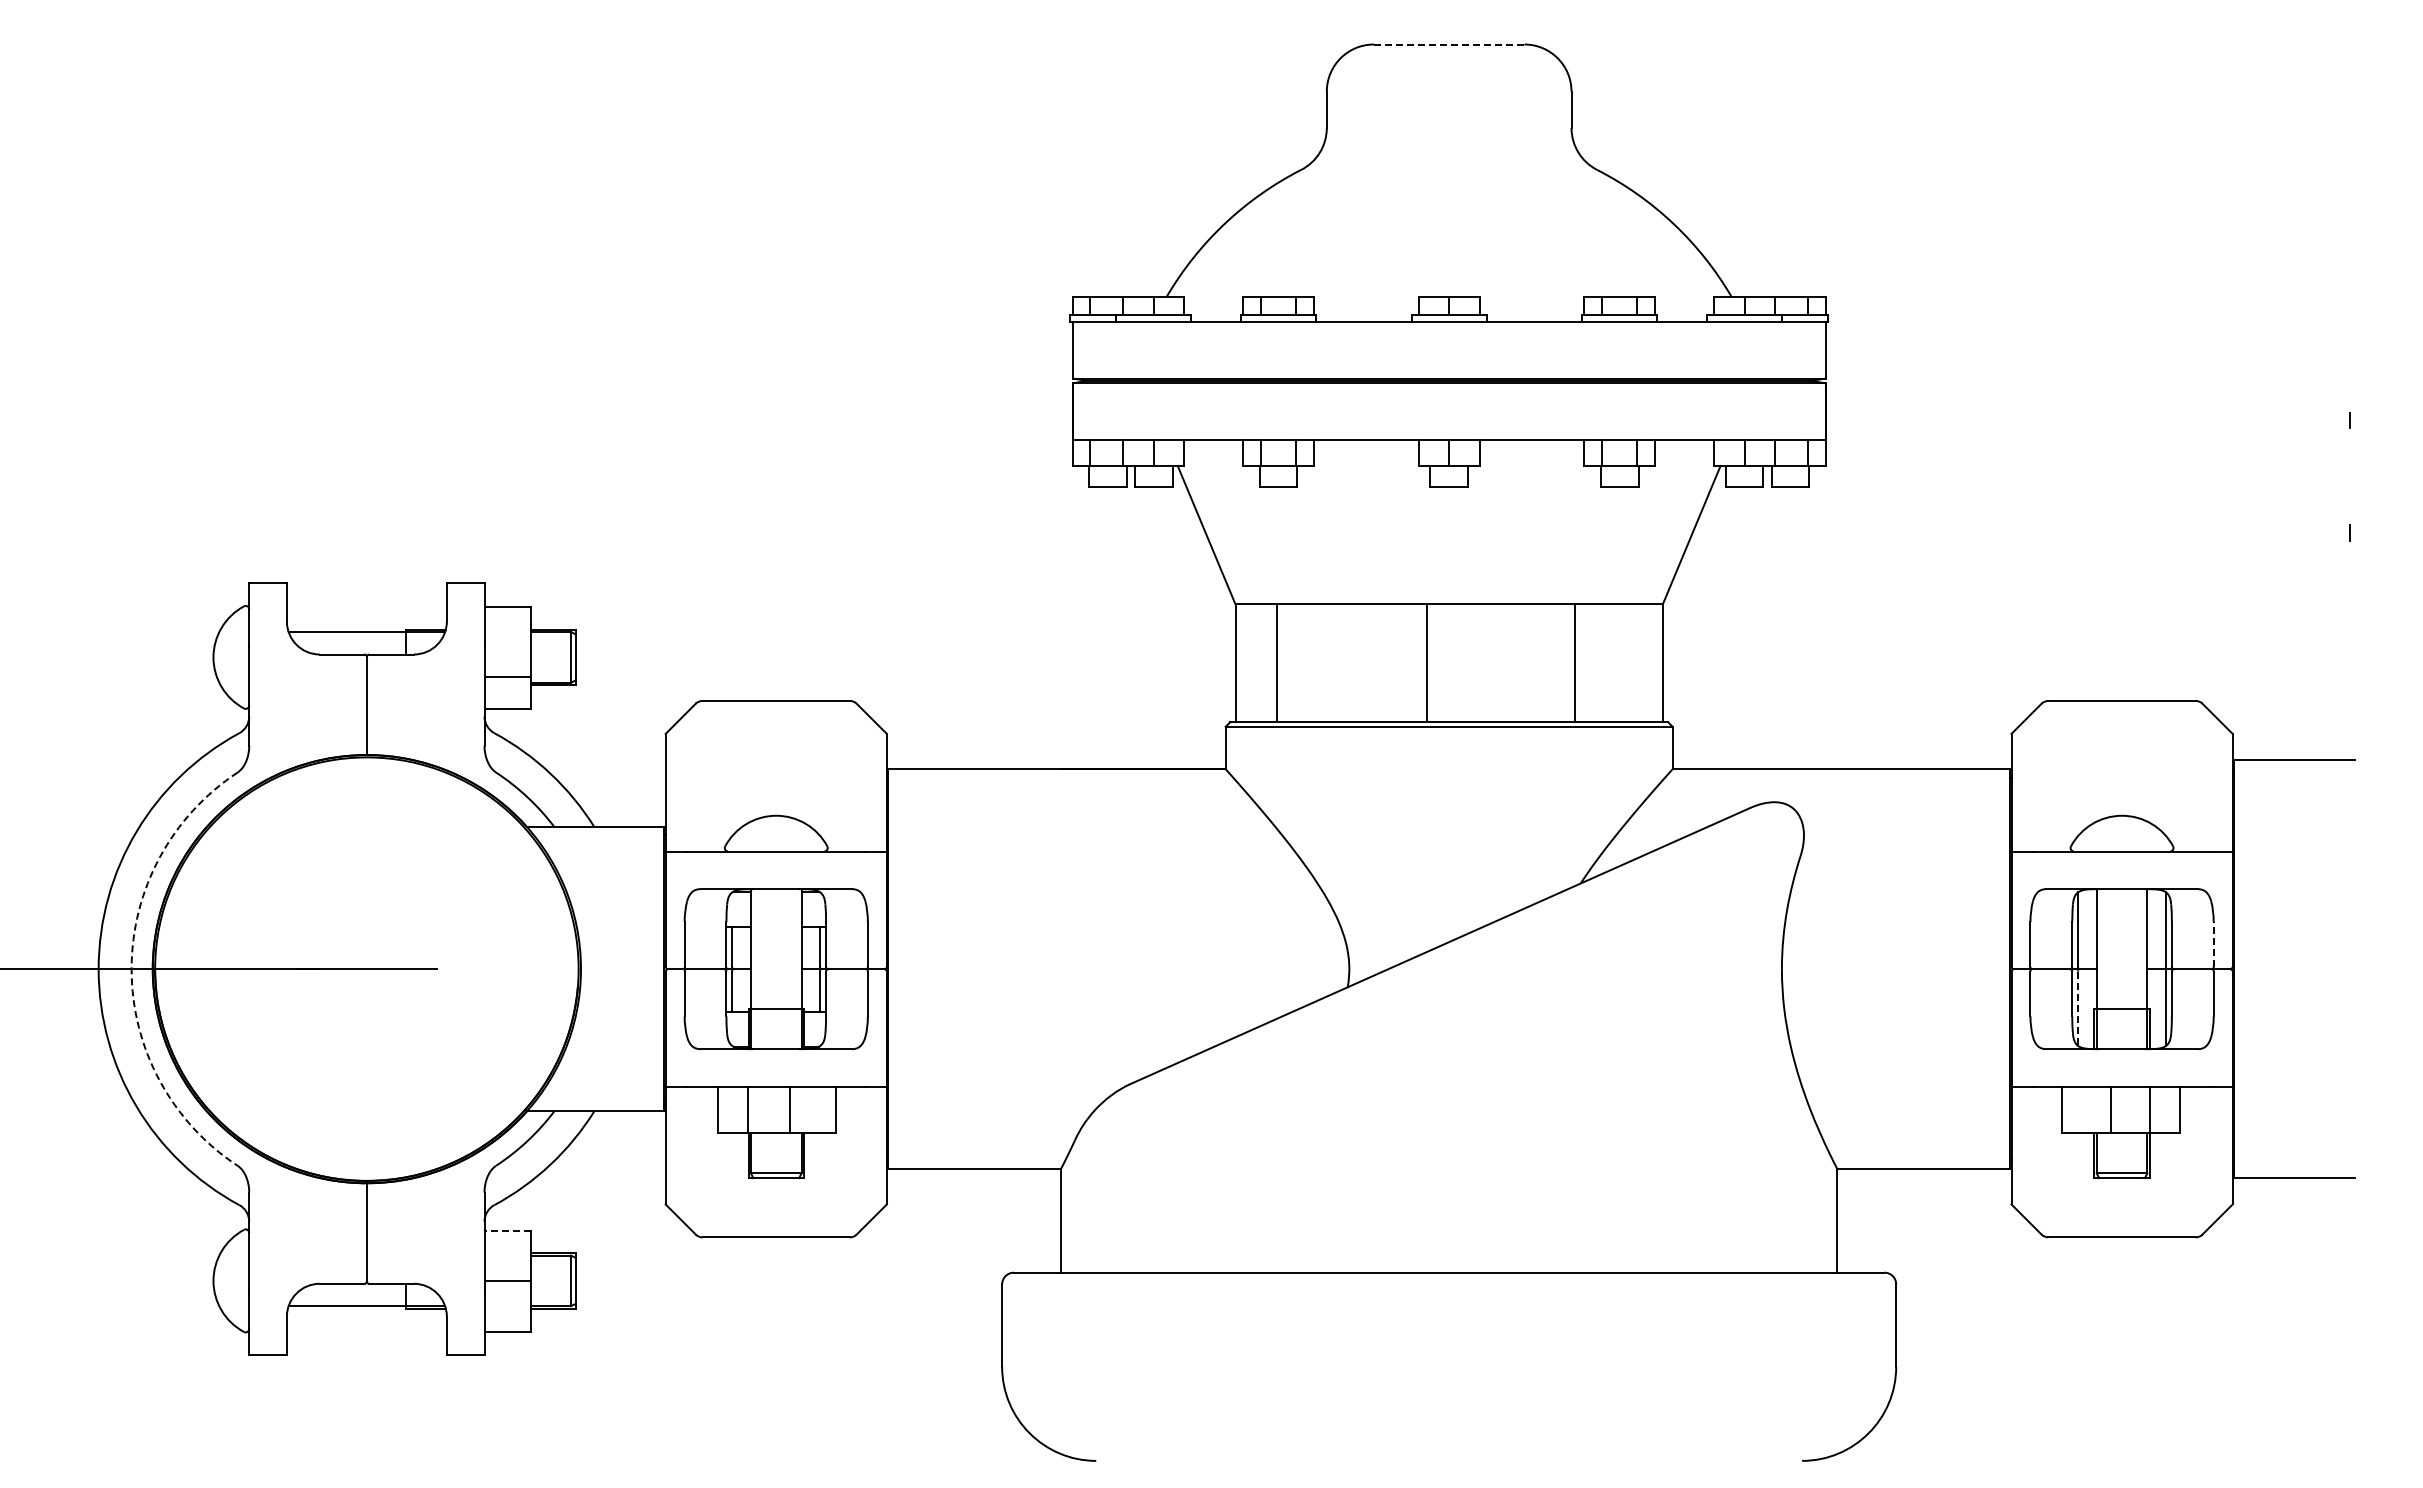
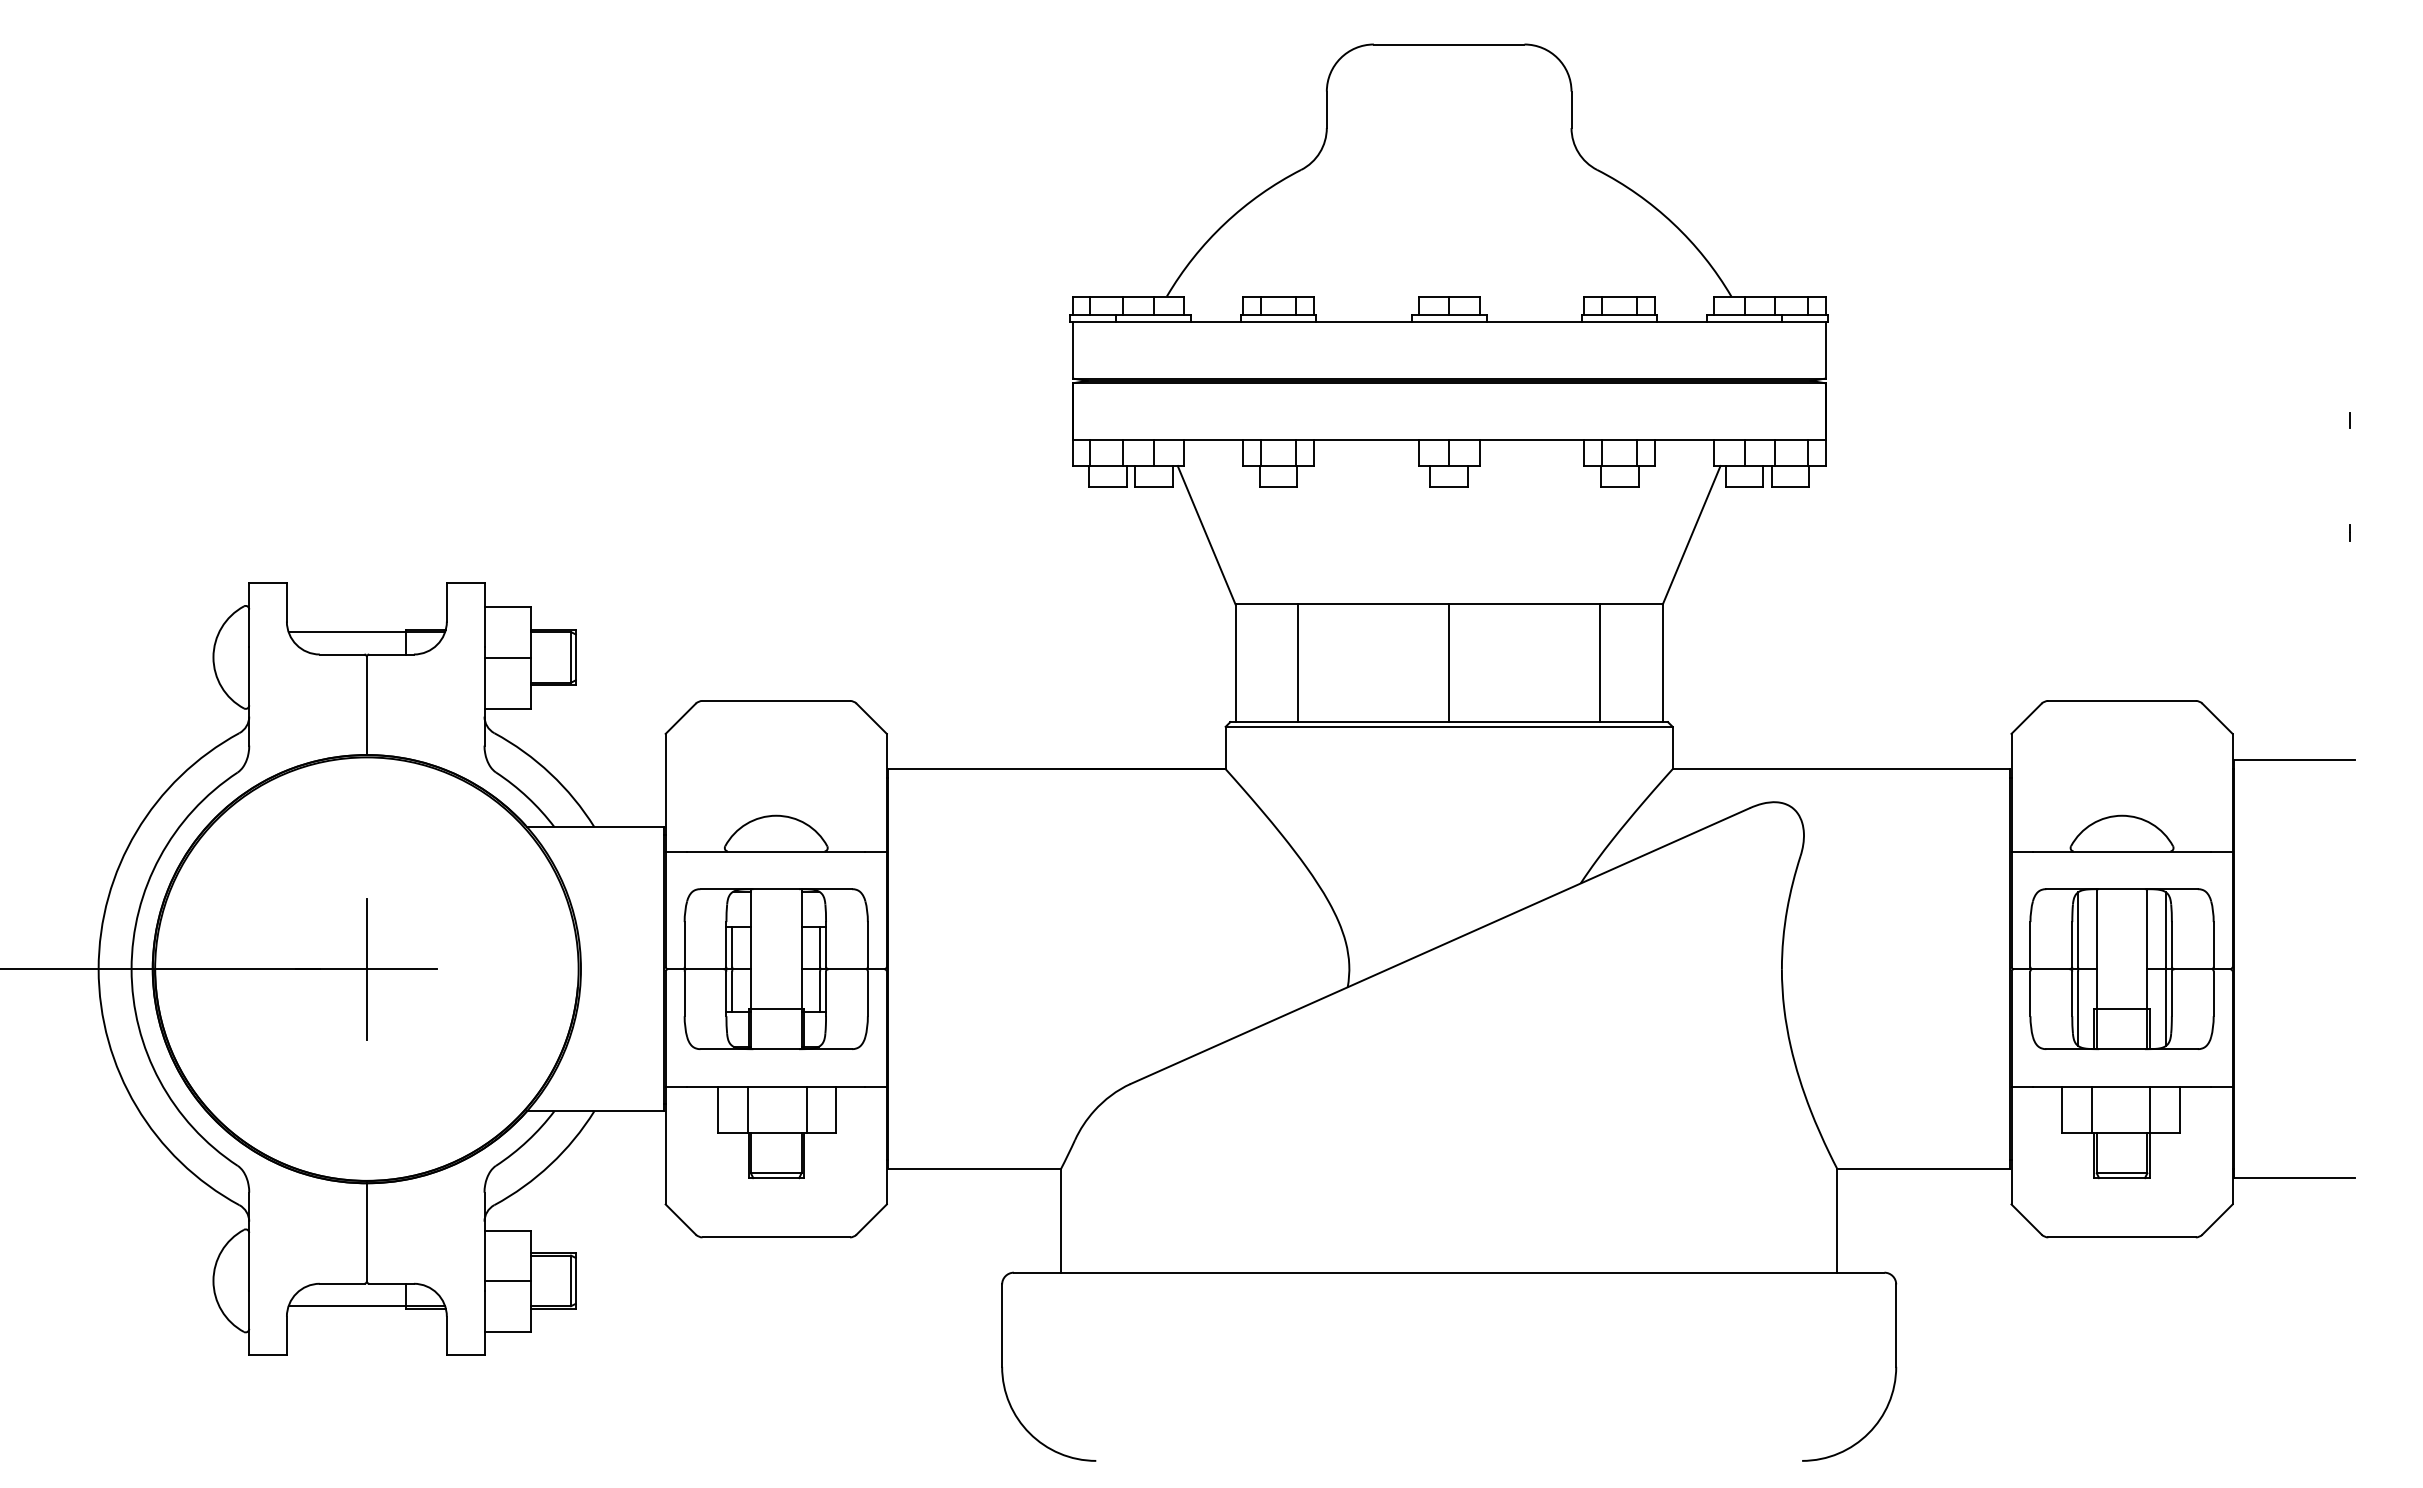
line at (1449, 44): dashed -> solid
line at (1277, 663) position: (1277, 663) -> (1298, 663)
line at (1427, 663) position: (1427, 663) -> (1449, 663)
line at (1575, 663) position: (1575, 663) -> (1600, 663)
line at (507, 676) position: (507, 676) -> (507, 657)
line at (2213, 943): dashed -> solid
line at (366, 968): none -> present
arc at (131, 969): dashed -> solid
line at (2078, 1009): dashed -> solid
line at (789, 1109) position: (789, 1109) -> (806, 1109)
line at (2110, 1109) position: (2110, 1109) -> (2091, 1109)
line at (507, 1230): dashed -> solid
